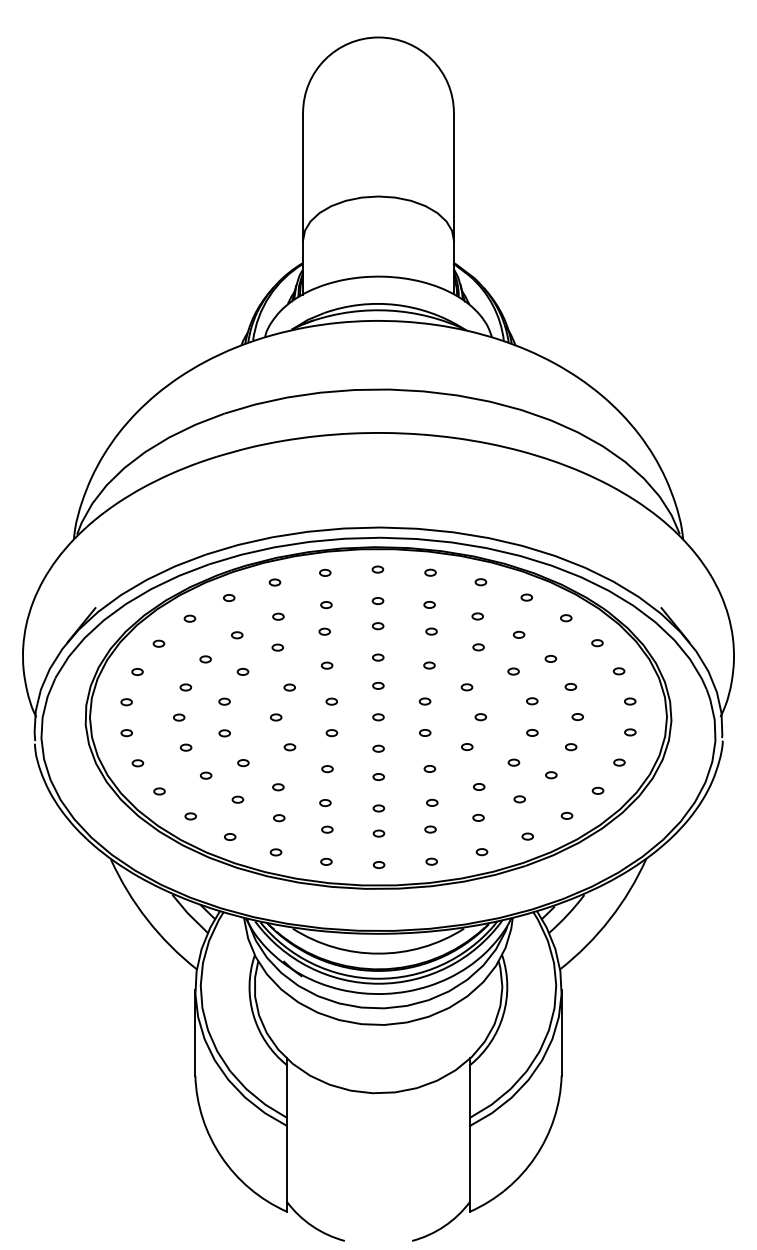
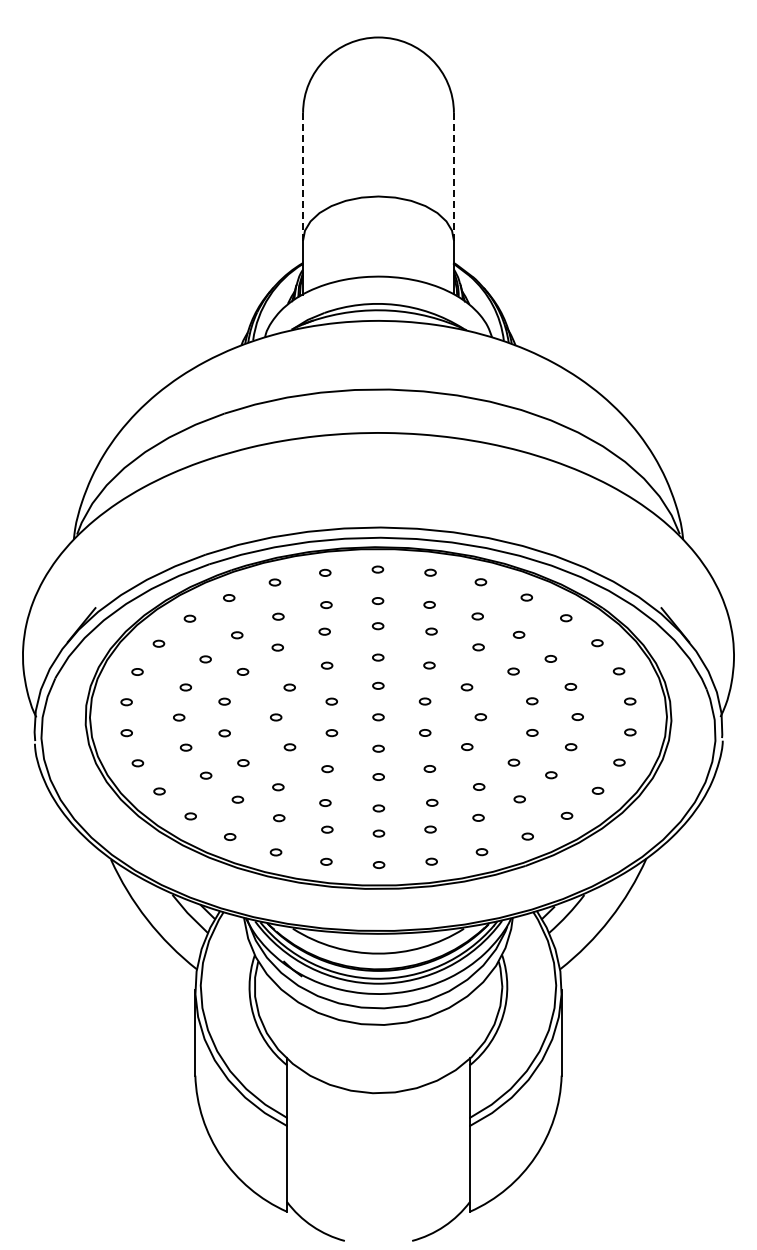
line at (303, 176): solid -> dashed
line at (453, 176): solid -> dashed
